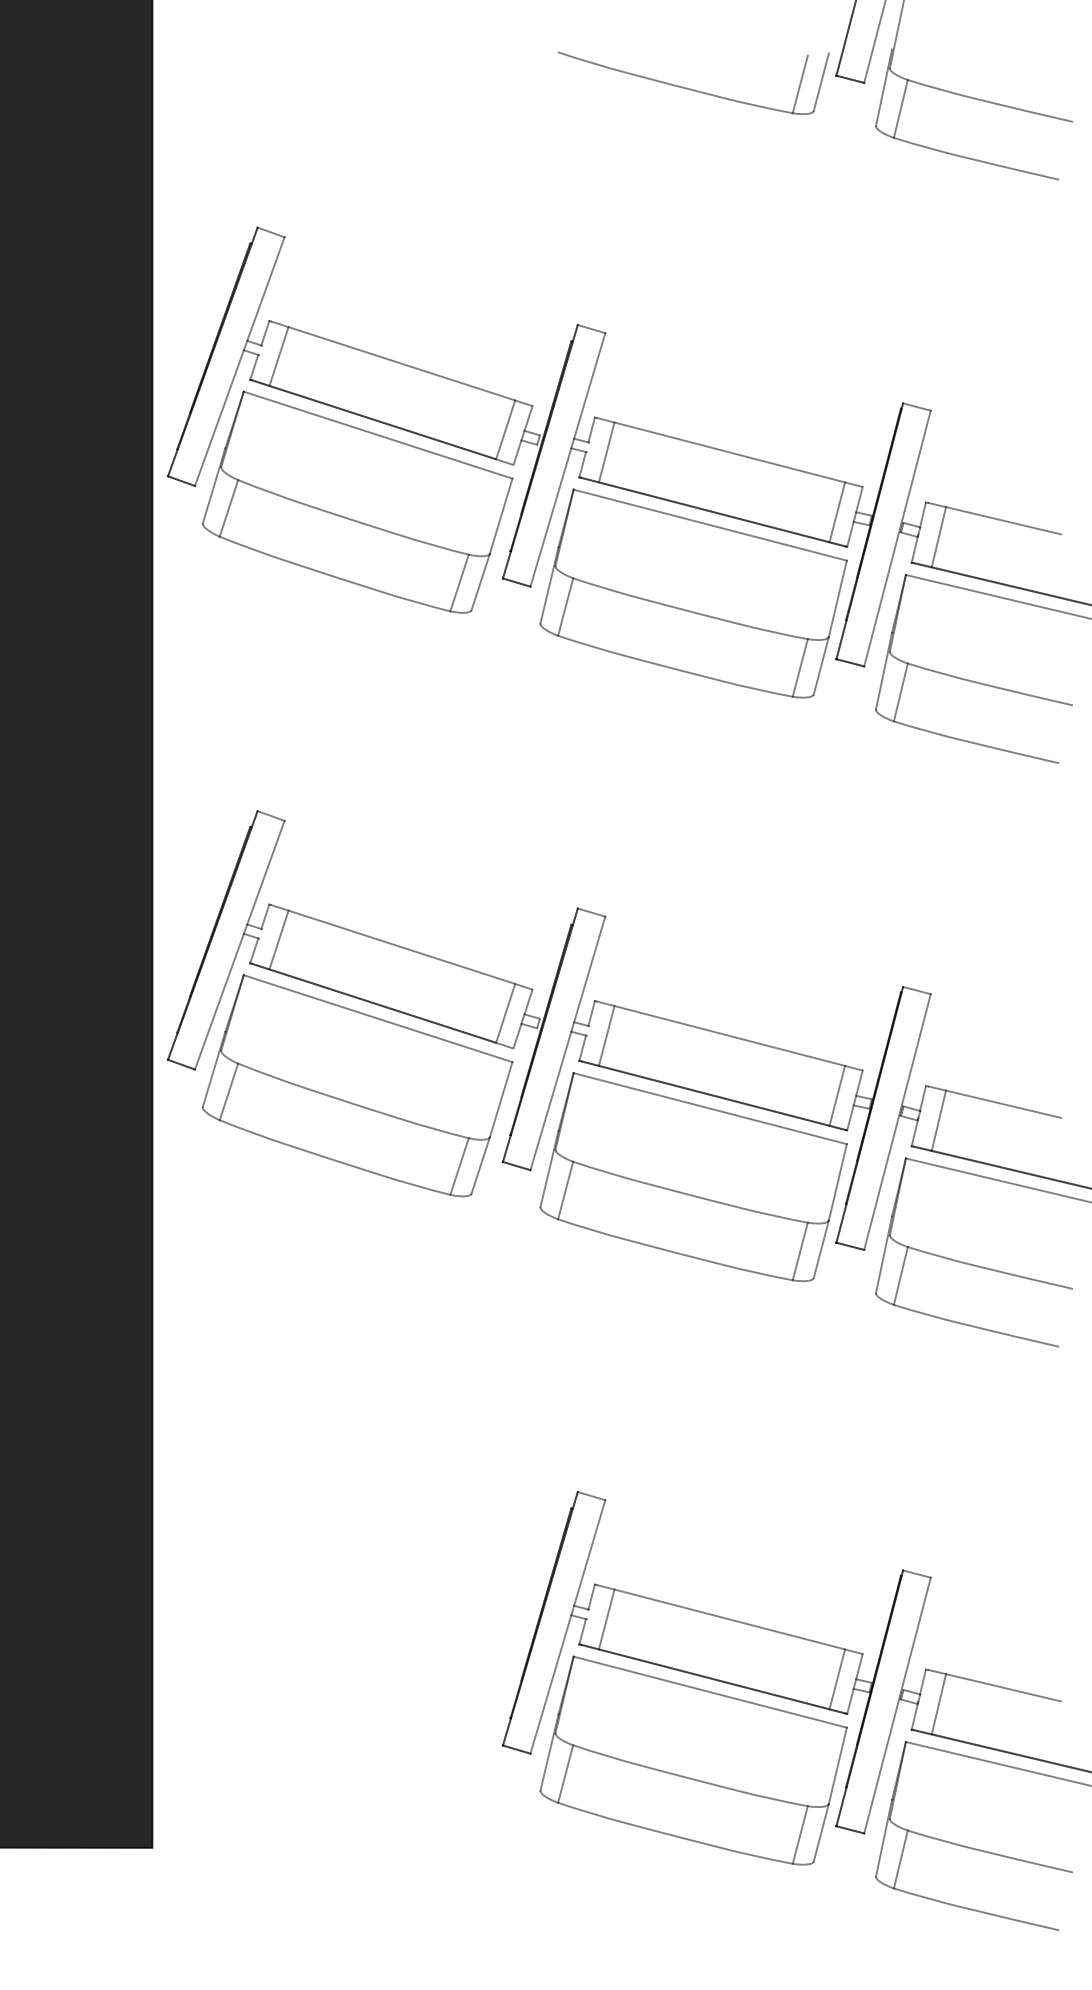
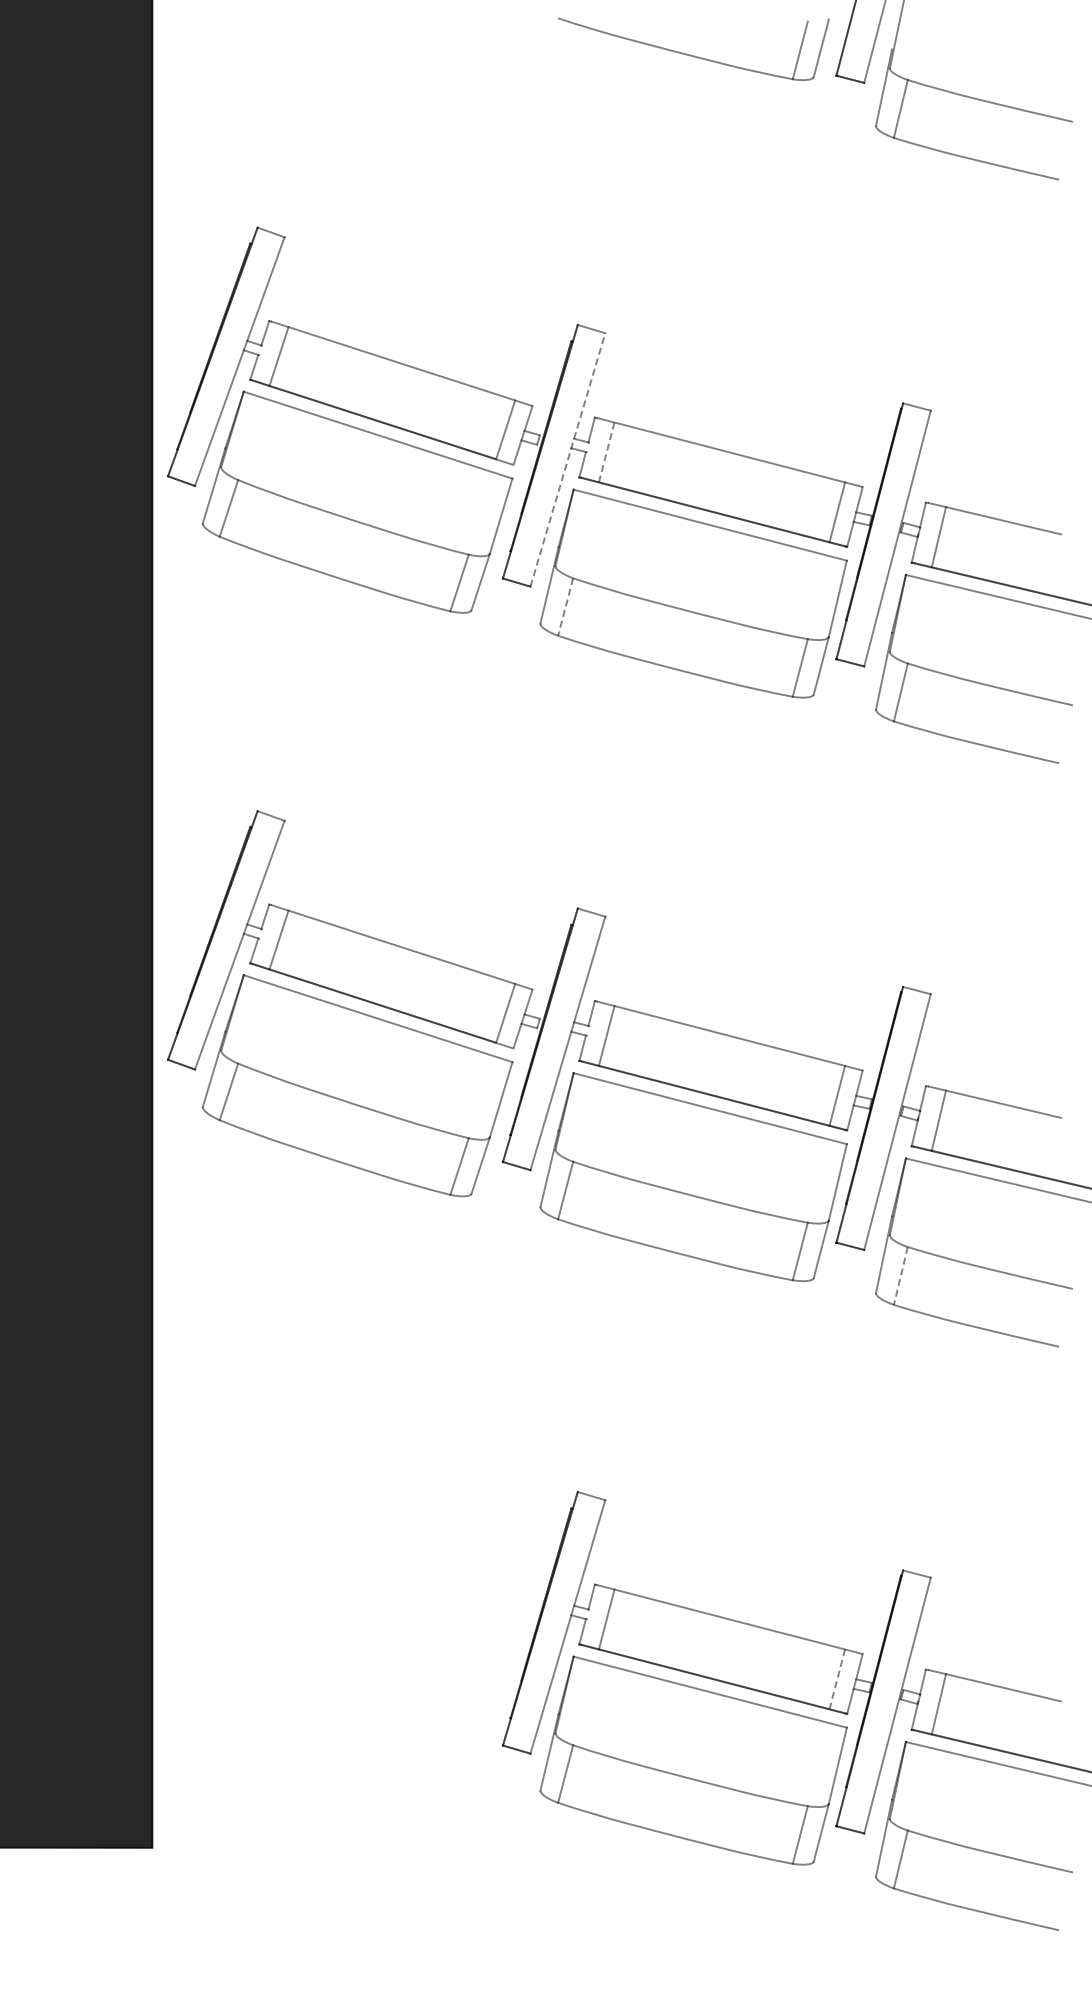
part at (690, 88) position: (690, 88) -> (690, 54)
line at (606, 452): solid -> dashed
line at (568, 459): solid -> dashed
line at (565, 607): solid -> dashed
line at (900, 1275): solid -> dashed
line at (837, 1679): solid -> dashed
